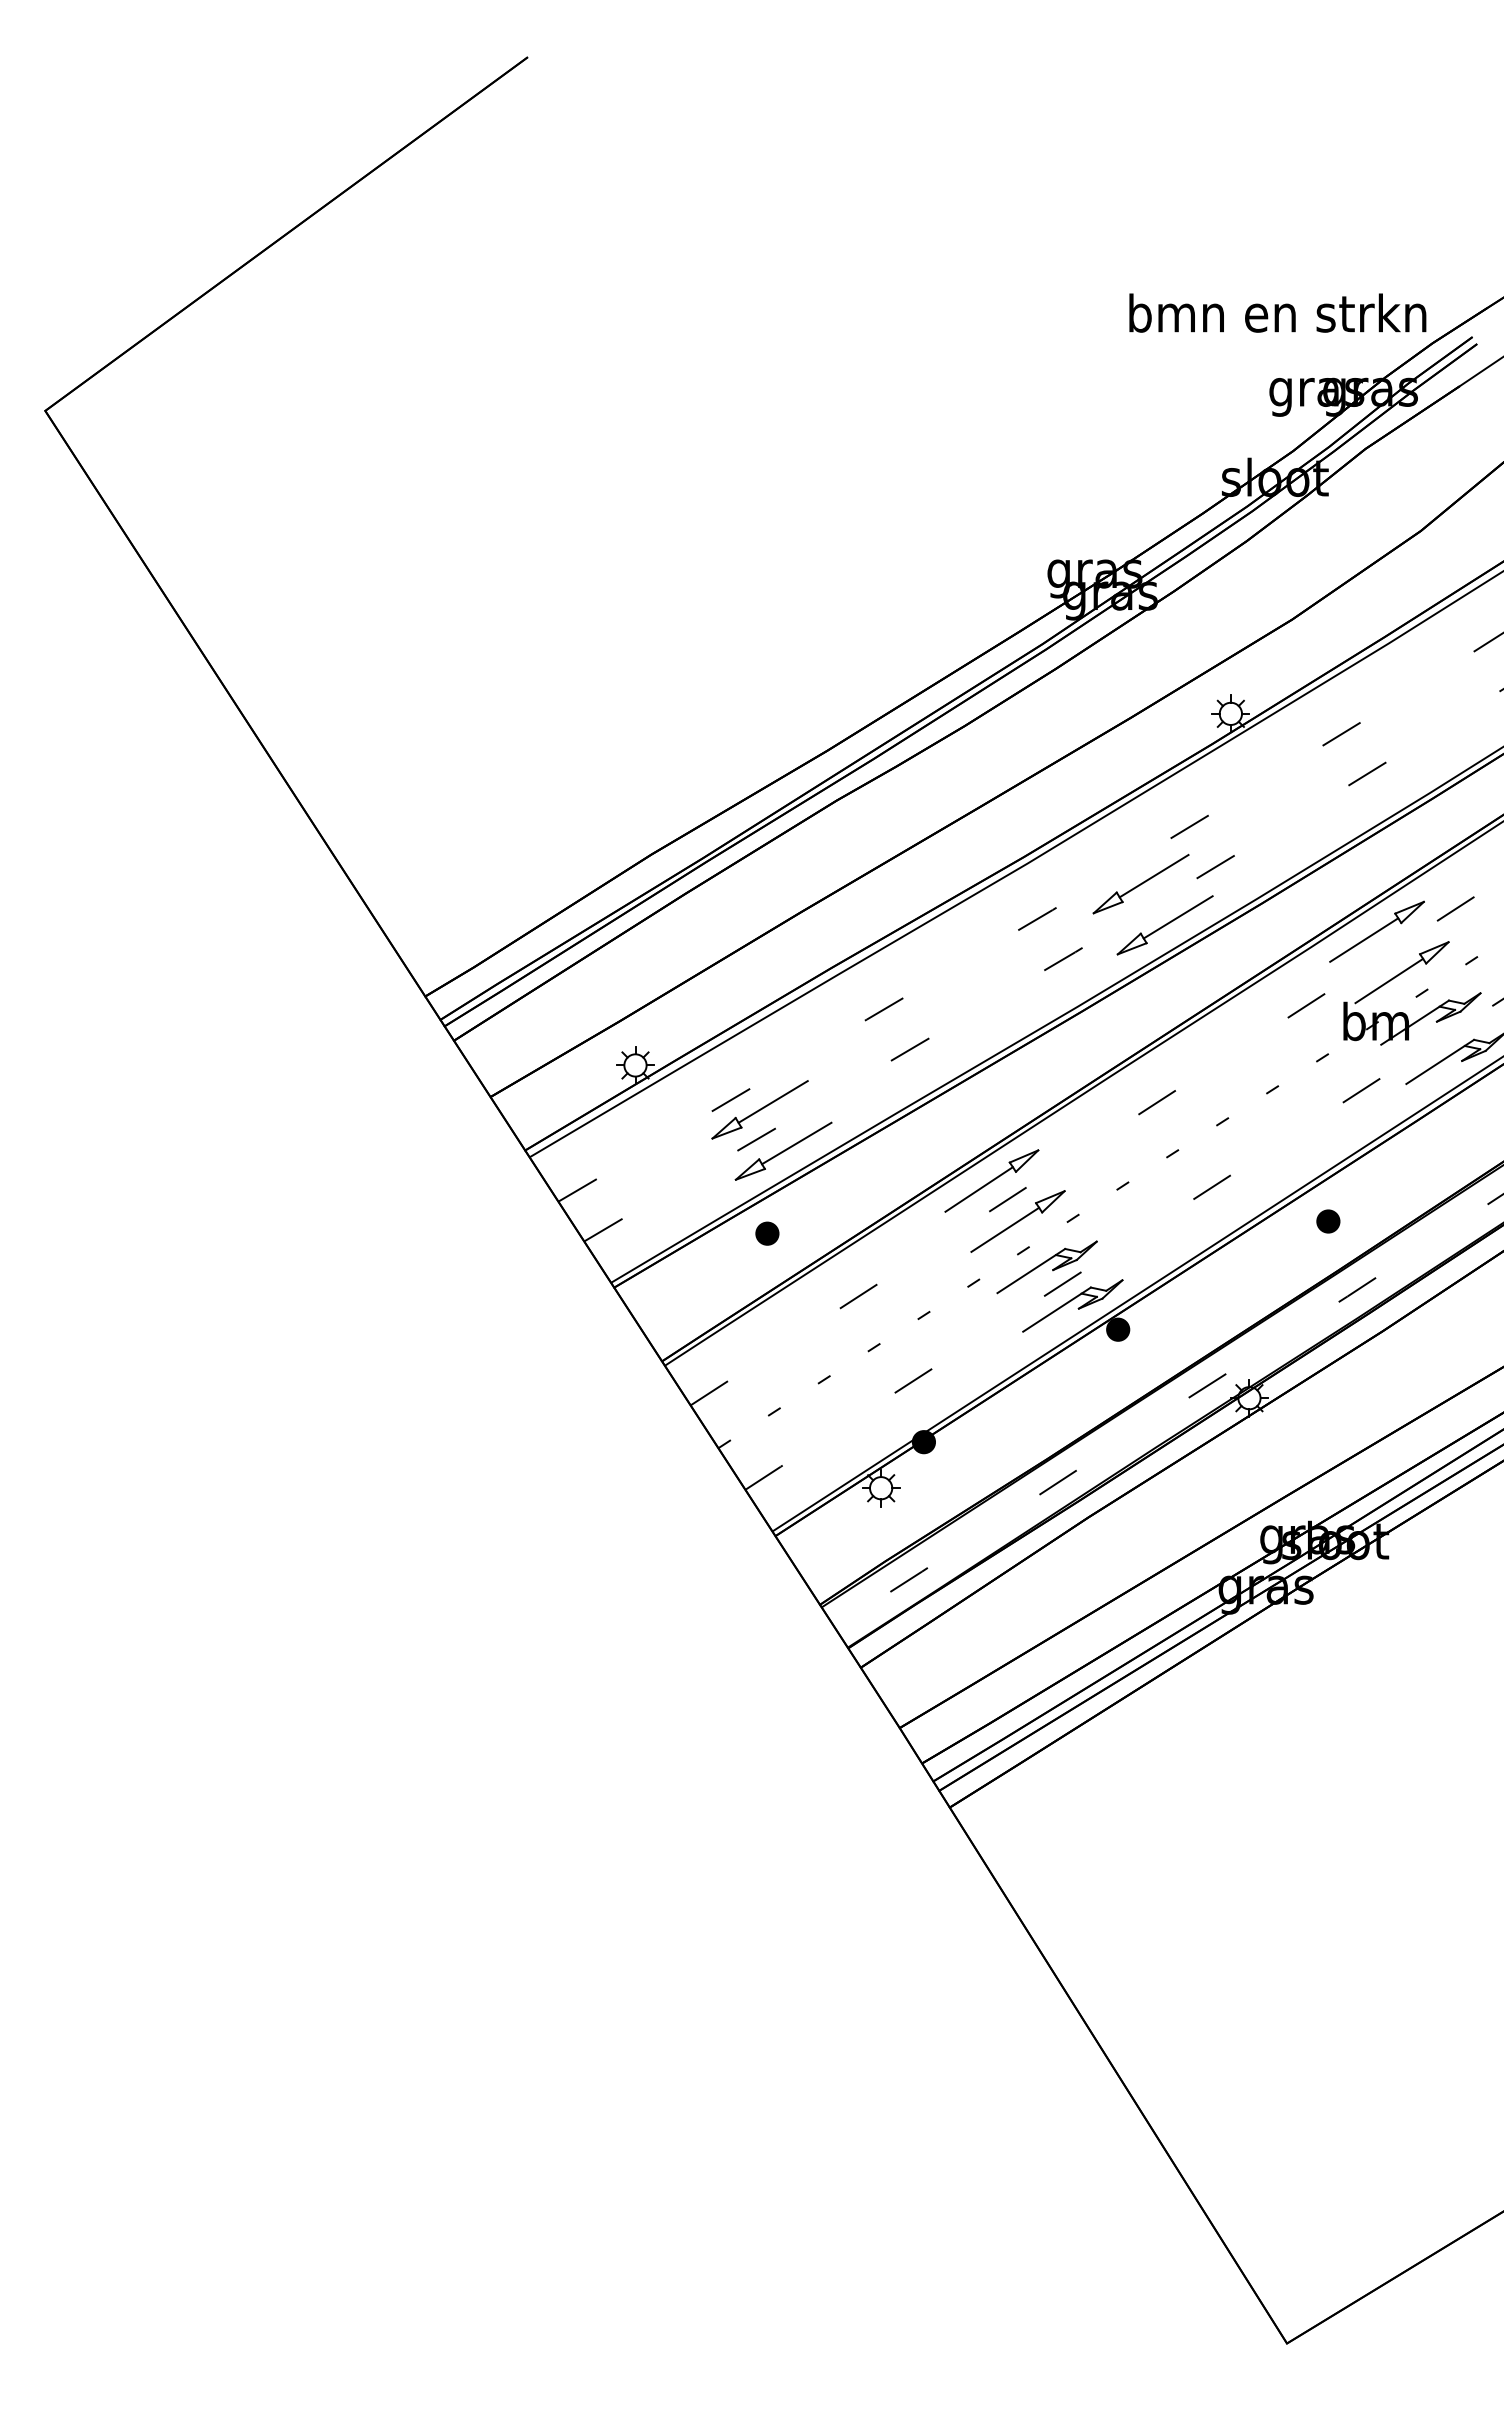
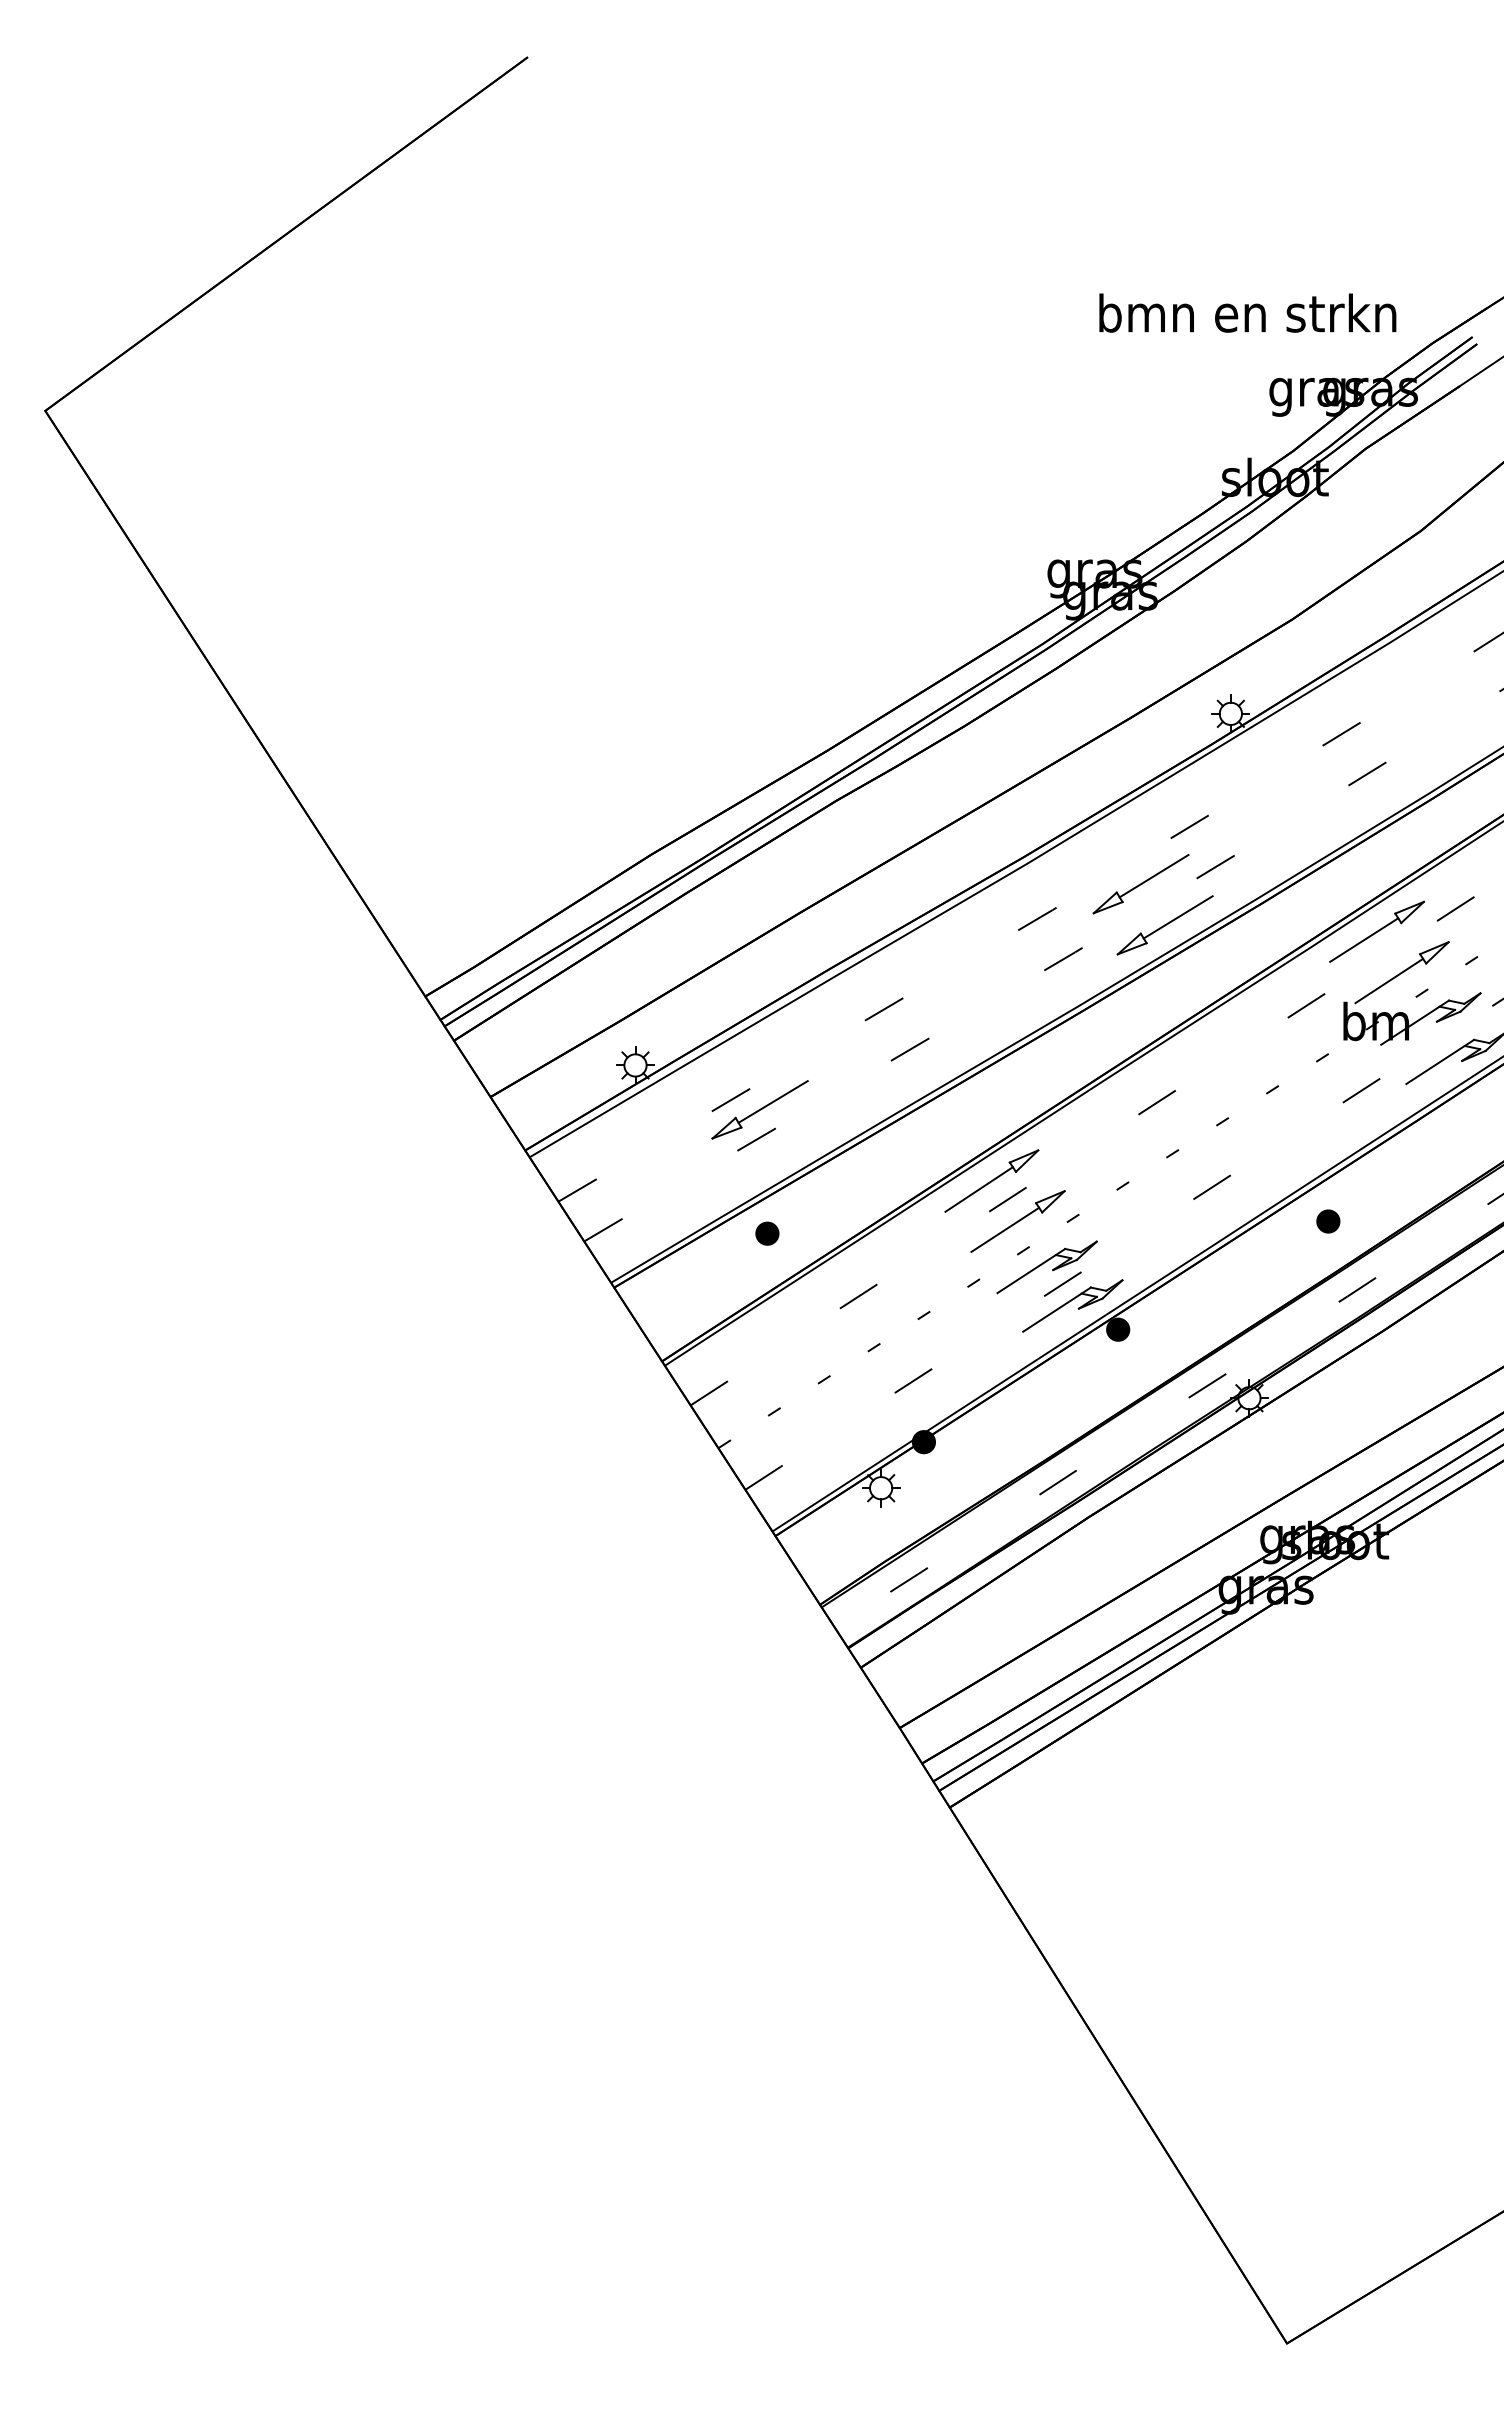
text at (1277, 312) position: (1277, 312) -> (1247, 312)
part at (783, 1150): present -> none
